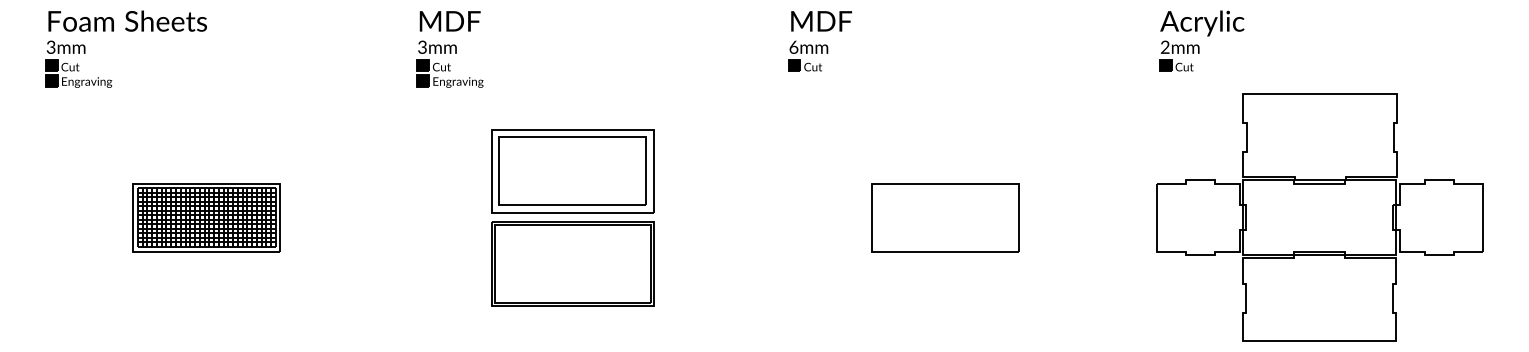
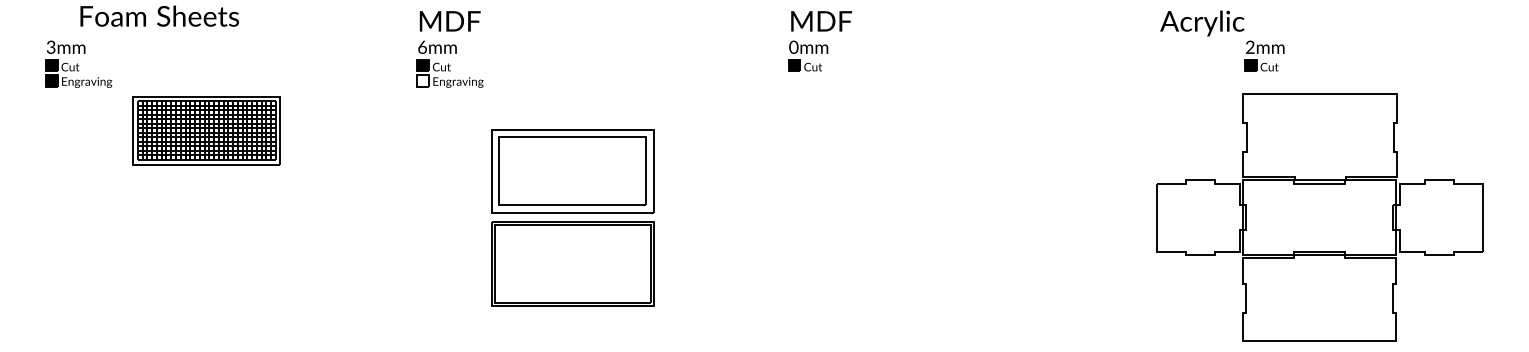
text at (127, 20) position: (127, 20) -> (159, 15)
text at (422, 46): 3mm -> 6mm
text at (793, 46): 6mm -> 0mm
part at (1179, 55) position: (1179, 55) -> (1264, 55)
fill at (422, 81): present -> none
part at (206, 217) position: (206, 217) -> (206, 130)
part at (945, 217): present -> none
